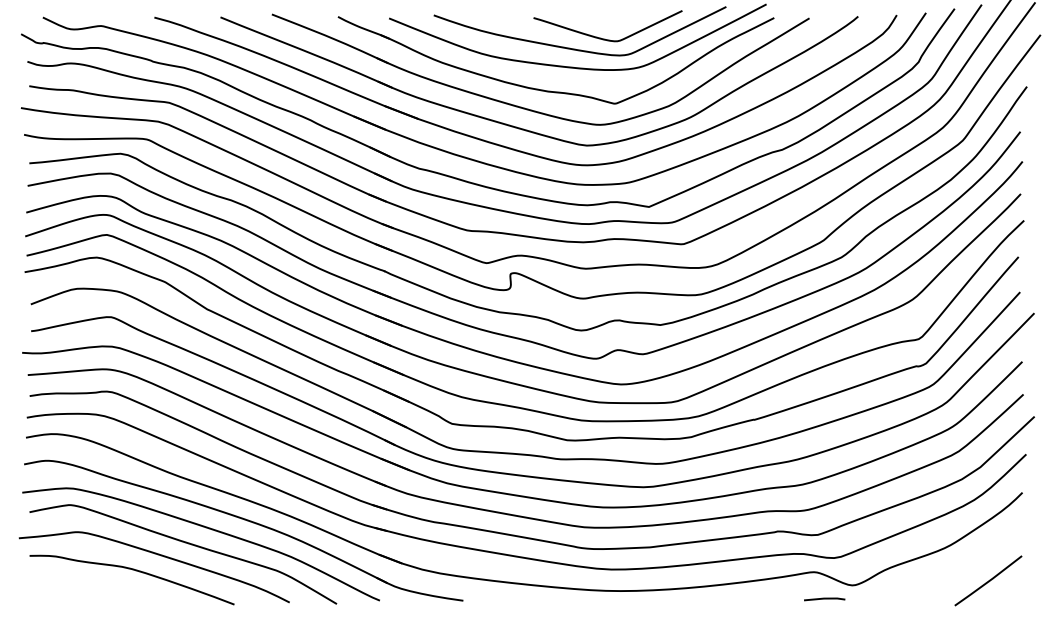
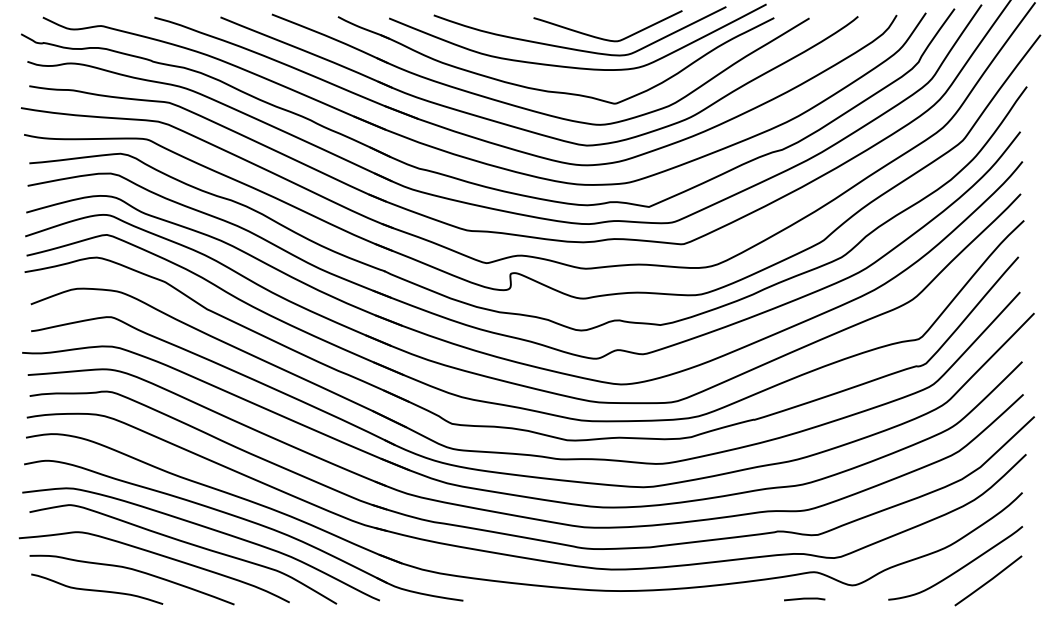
curve at (957, 569): none -> present
curve at (97, 589): none -> present
line at (824, 599) position: (824, 599) -> (804, 599)
